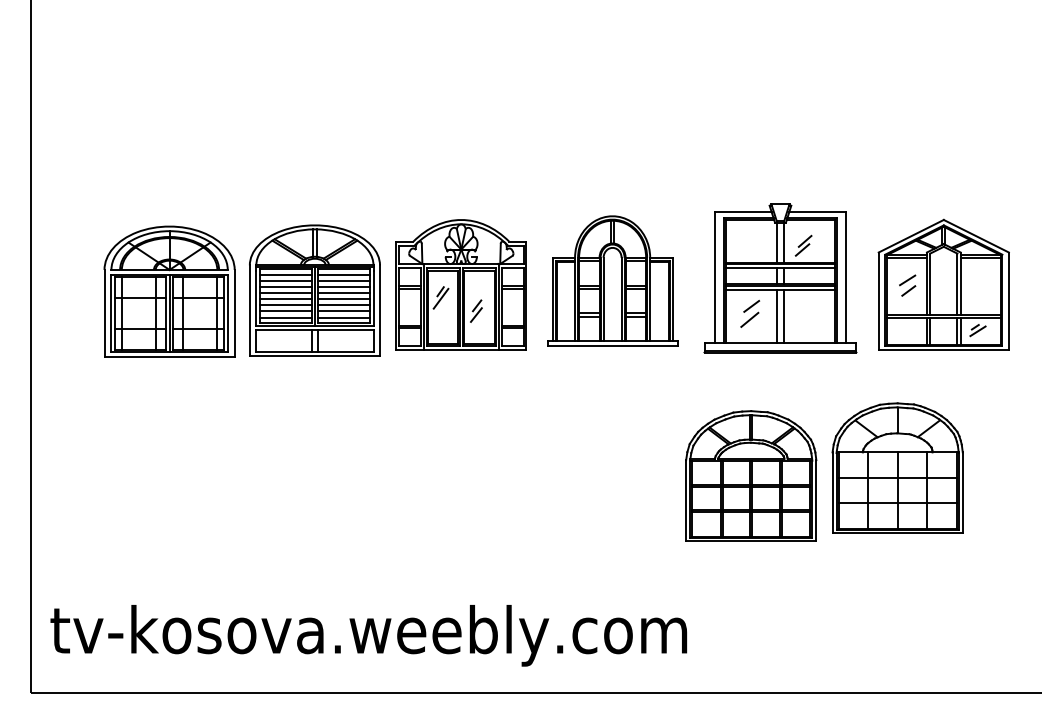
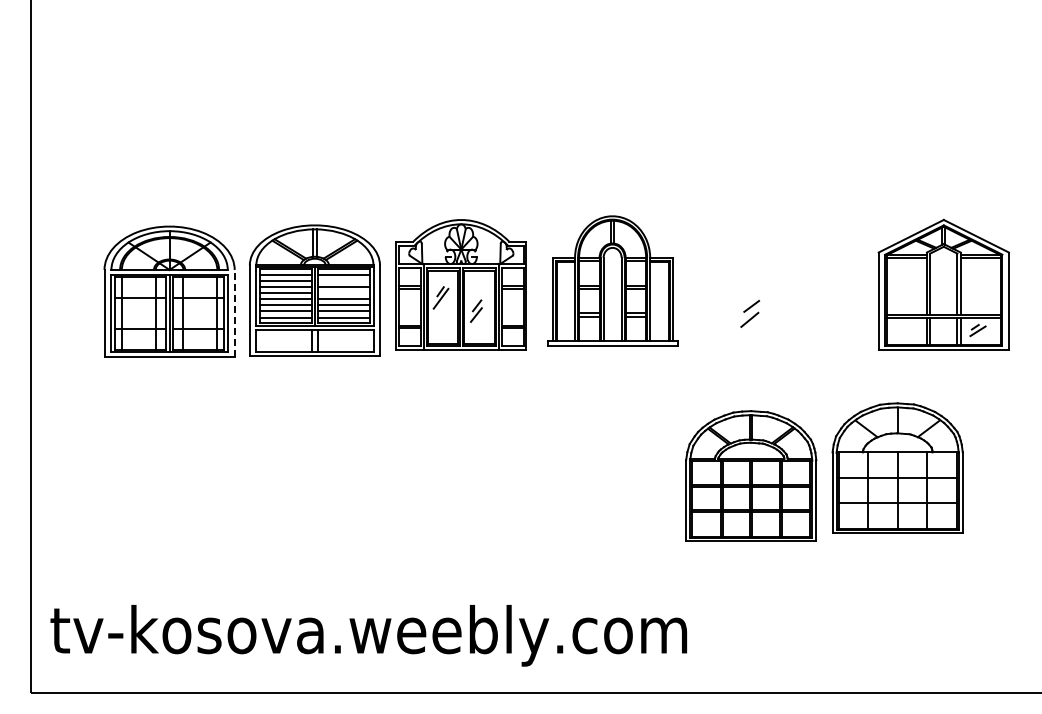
part at (780, 278): present -> none
line at (344, 281): present -> none
part at (907, 285): present -> none
line at (344, 293): present -> none
line at (234, 312): solid -> dashed
